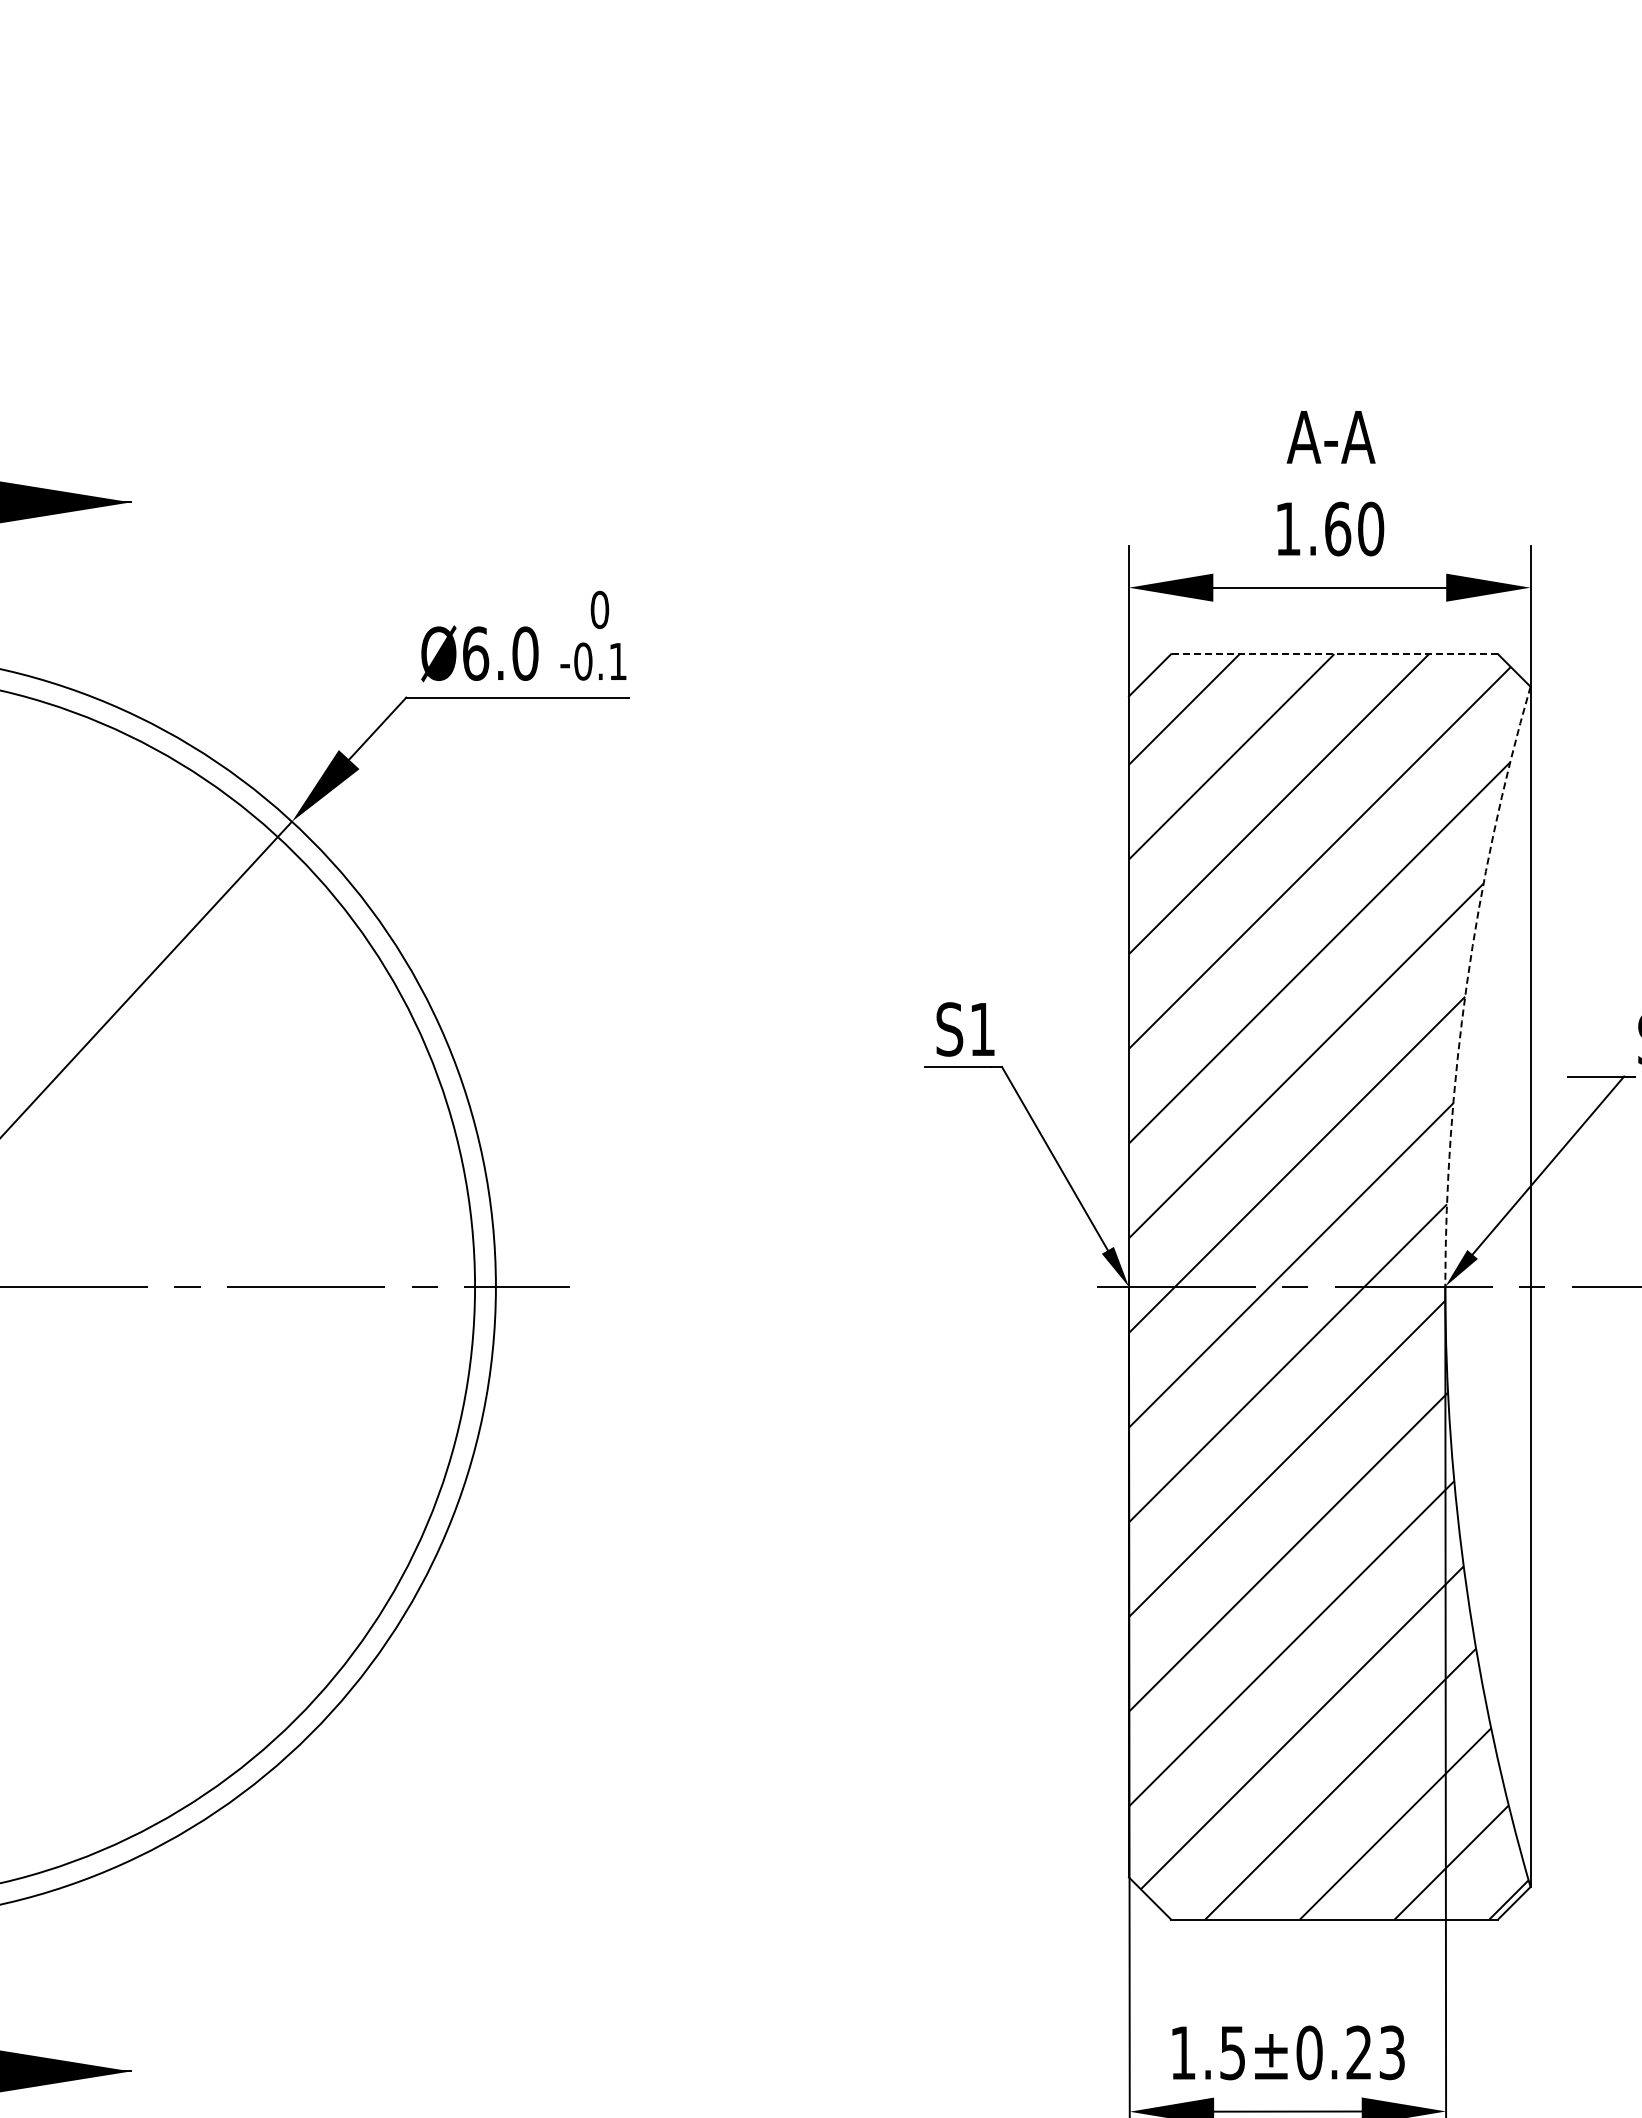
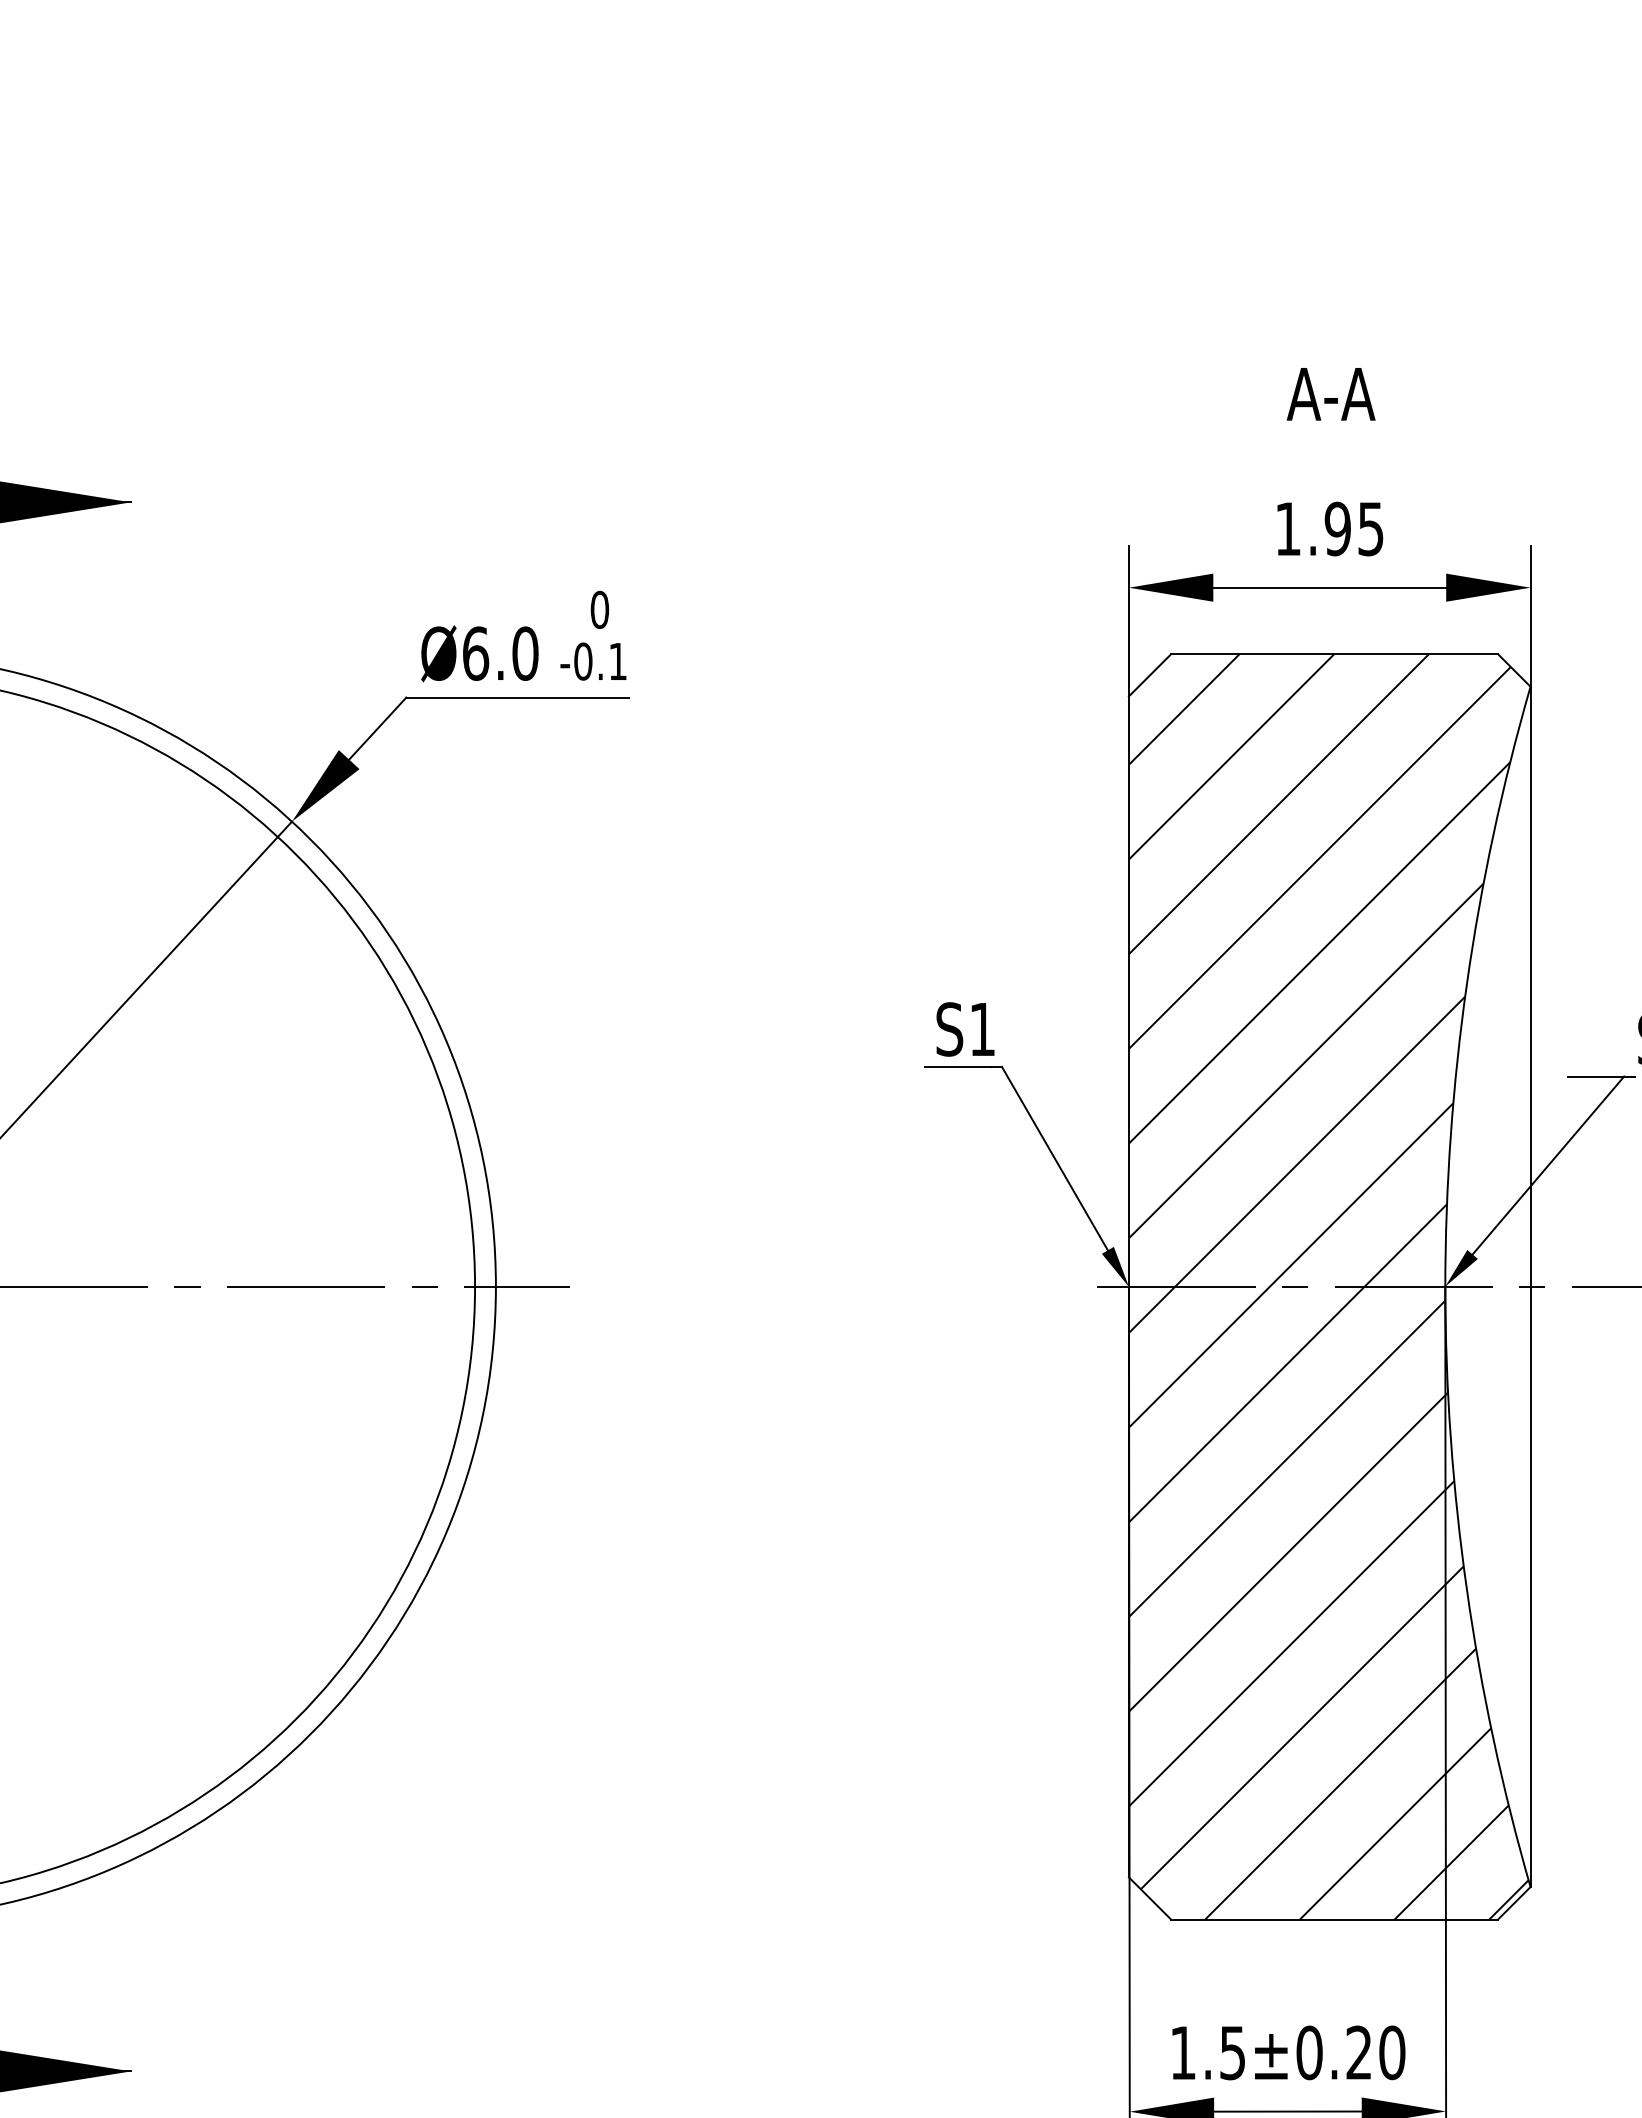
text at (1330, 437) position: (1330, 437) -> (1330, 394)
text at (1354, 528): 1.60 -> 1.95
line at (1334, 654): dashed -> solid
arc at (1466, 983): dashed -> solid
text at (1392, 2052): 1.5±0.23 -> 1.5±0.20
